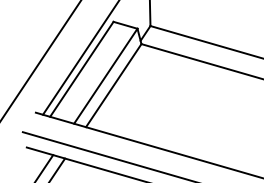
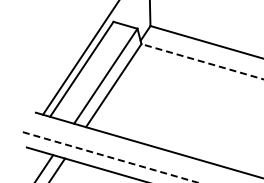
line at (40, 60): present -> none
line at (201, 61): solid -> dashed
line at (111, 157): solid -> dashed
